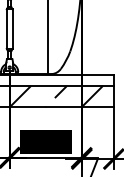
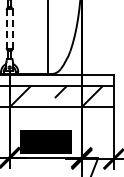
line at (6, 29): solid -> dashed
line at (12, 29): solid -> dashed
